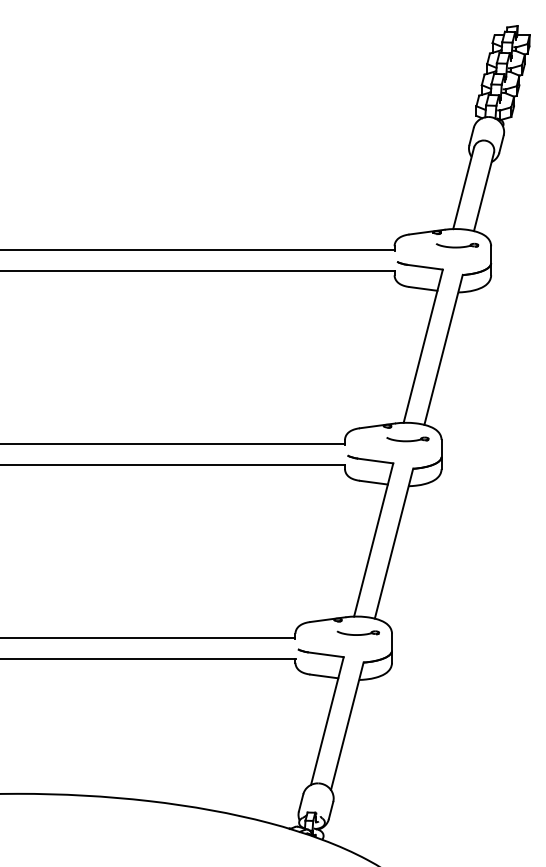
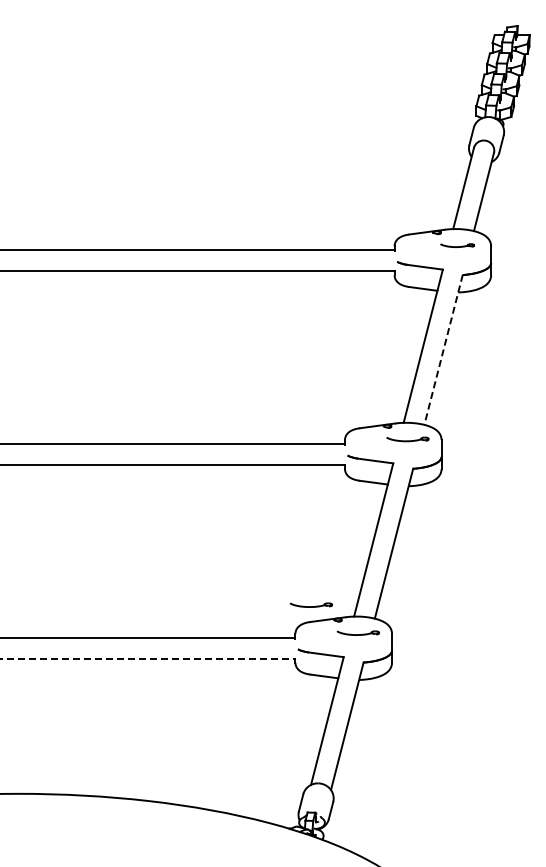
part at (457, 245) size: 45x7 px -> 35x5 px
line at (443, 350): solid -> dashed
part at (310, 604): none -> present
line at (148, 658): solid -> dashed
